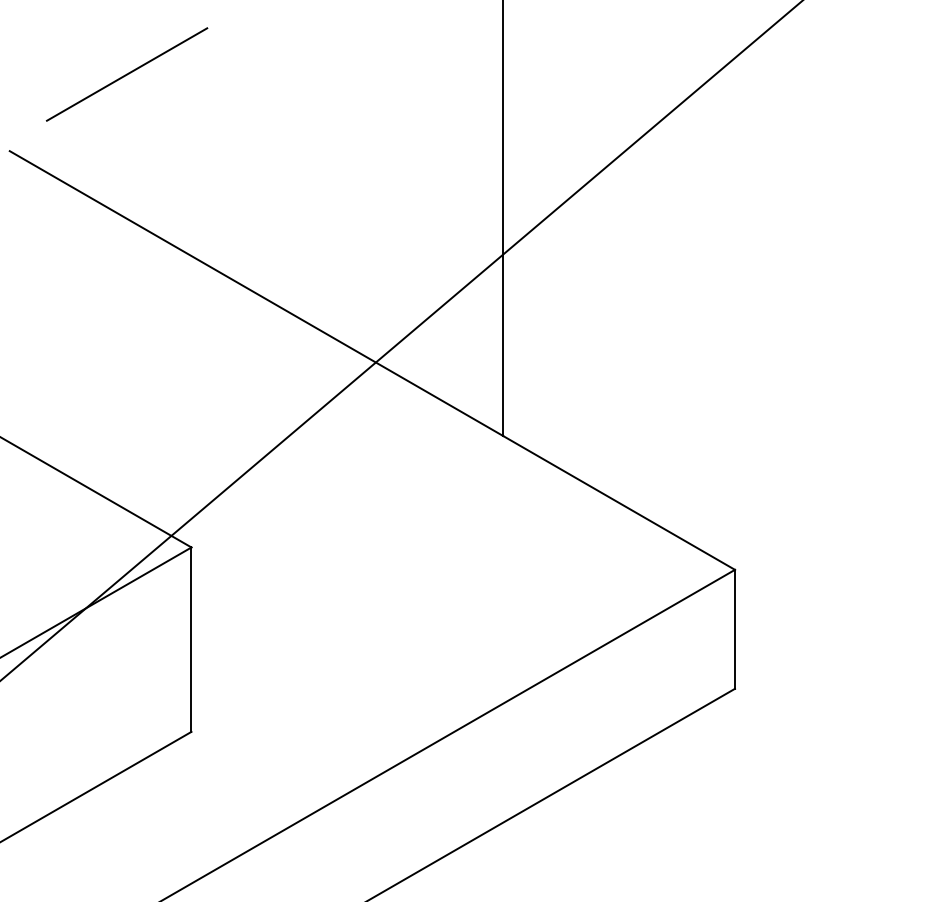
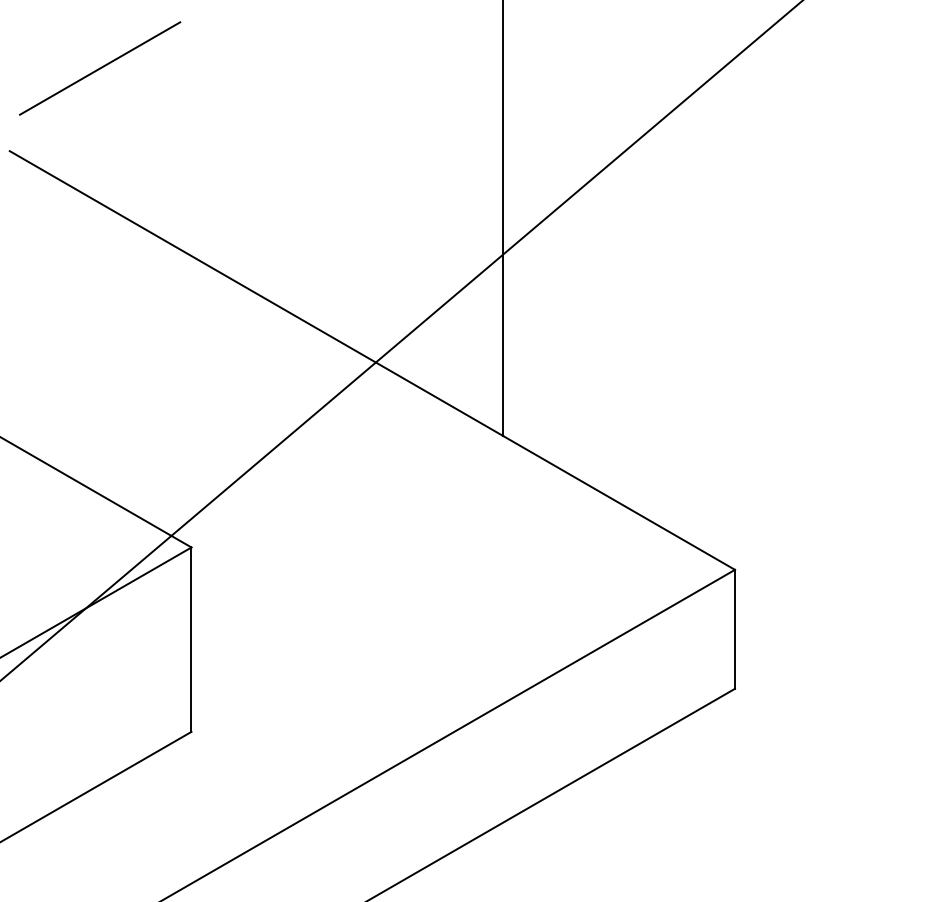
line at (126, 74) position: (126, 74) -> (99, 68)
